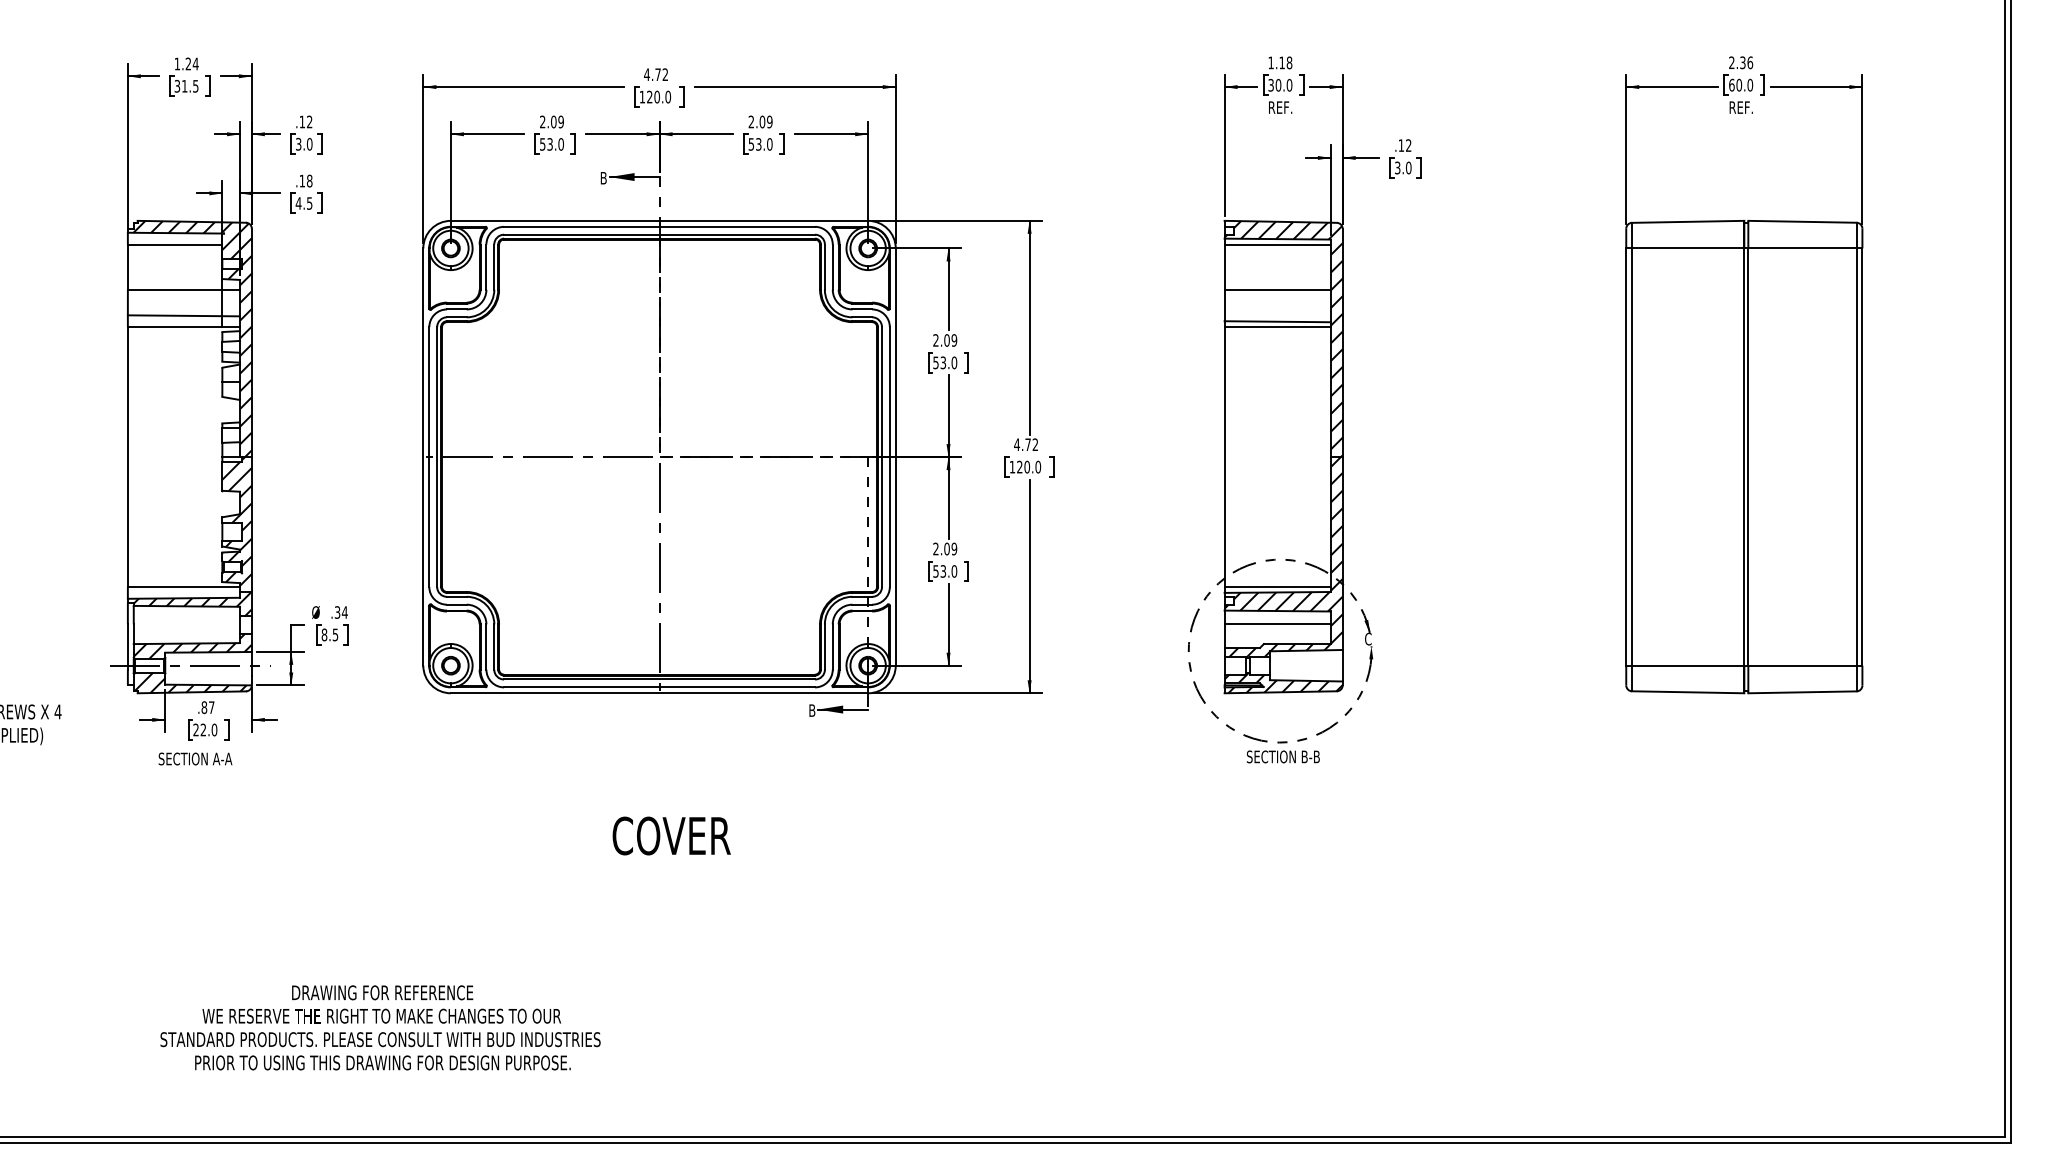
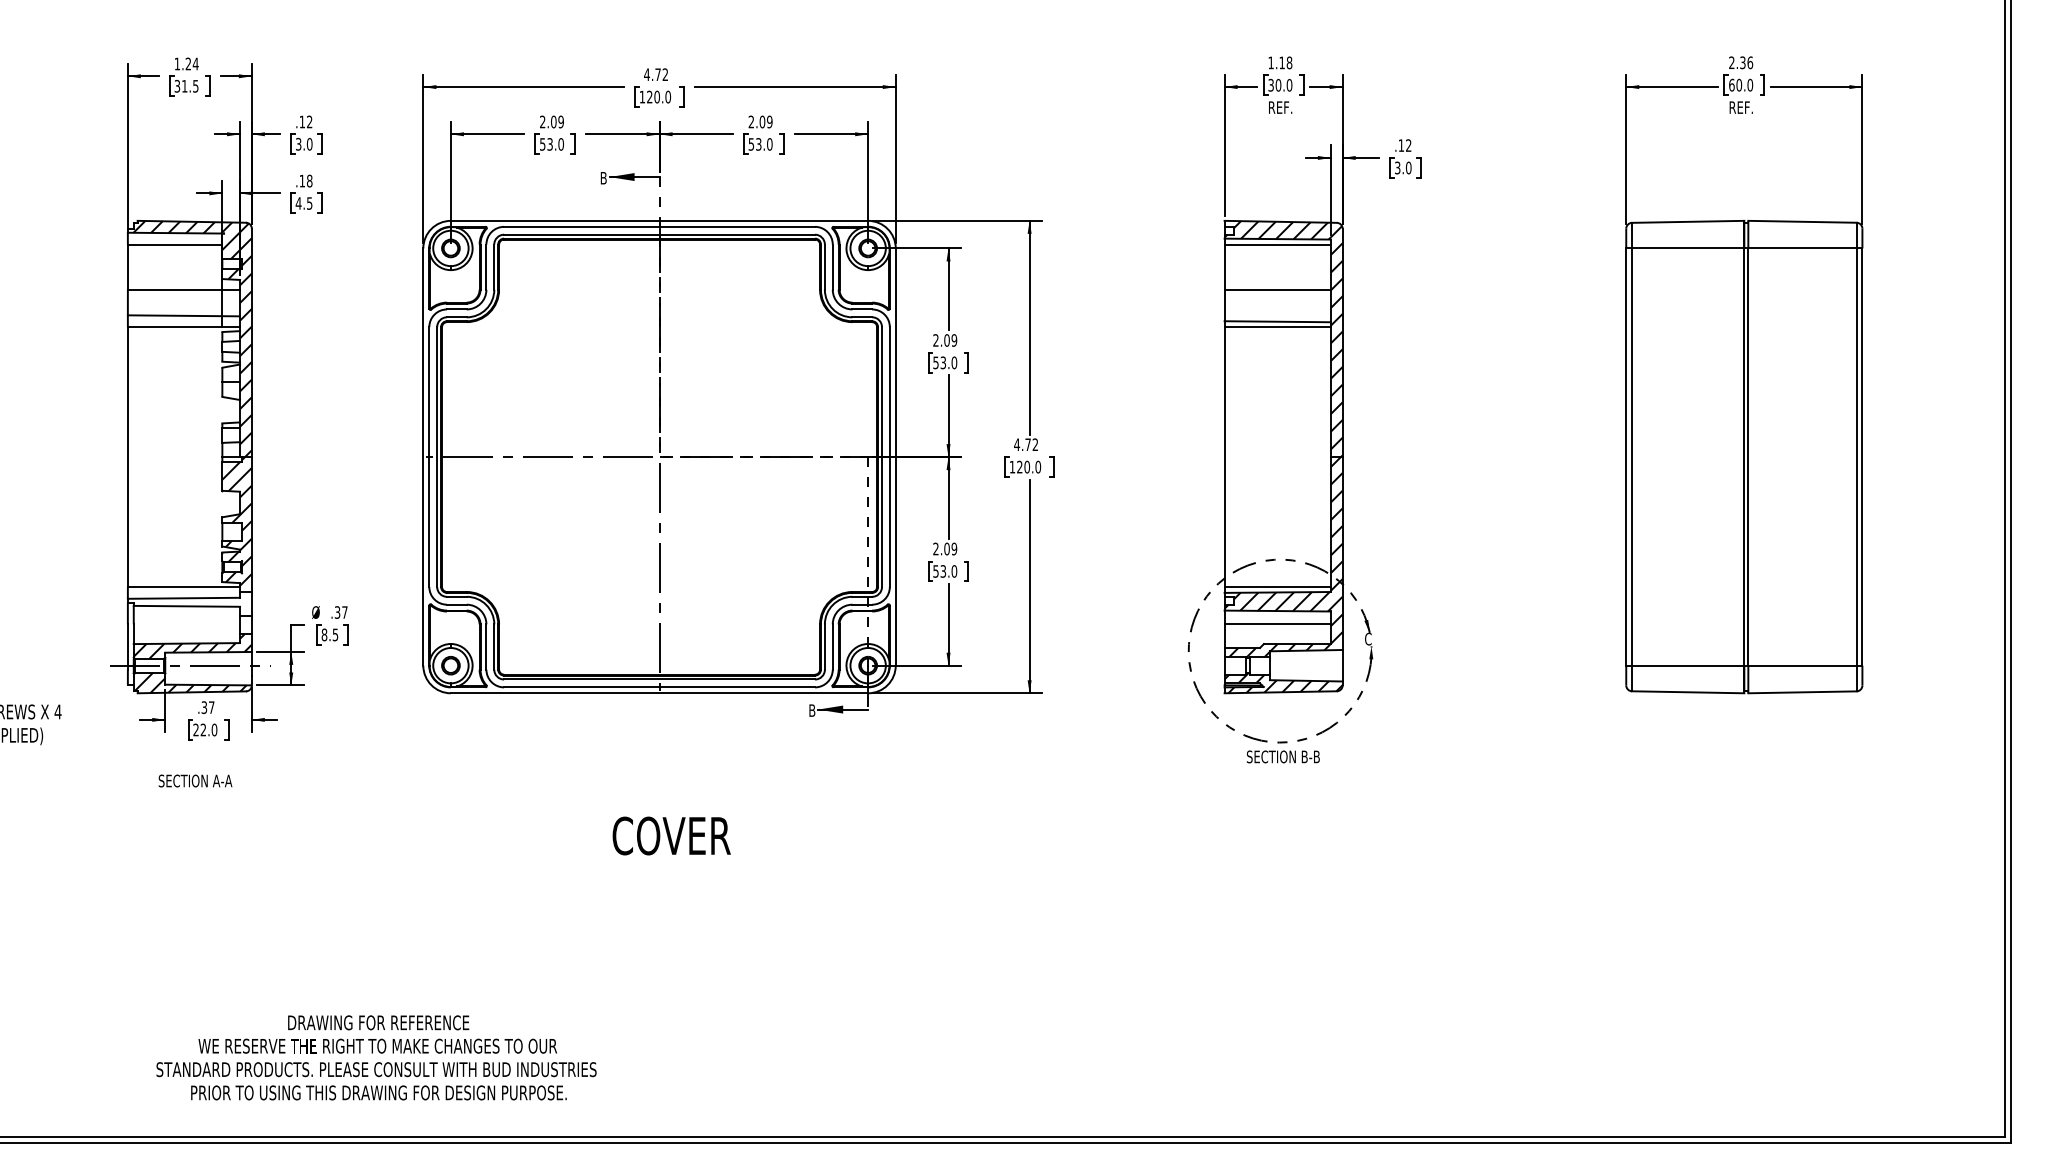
hatch at (192, 603): present -> none
text at (344, 612): .34 -> .37
text at (204, 707): .87 -> .37
text at (195, 758) position: (195, 758) -> (195, 780)
text at (380, 1027) position: (380, 1027) -> (376, 1057)
